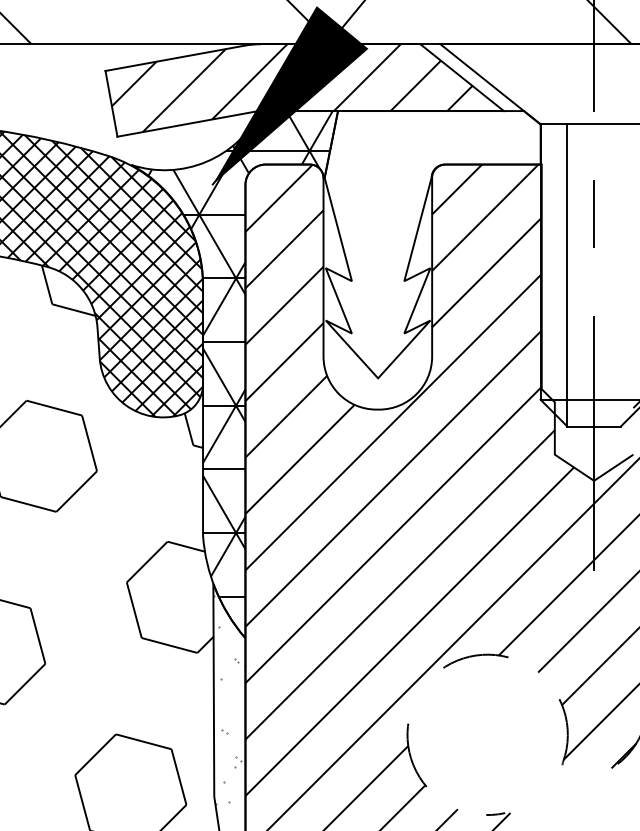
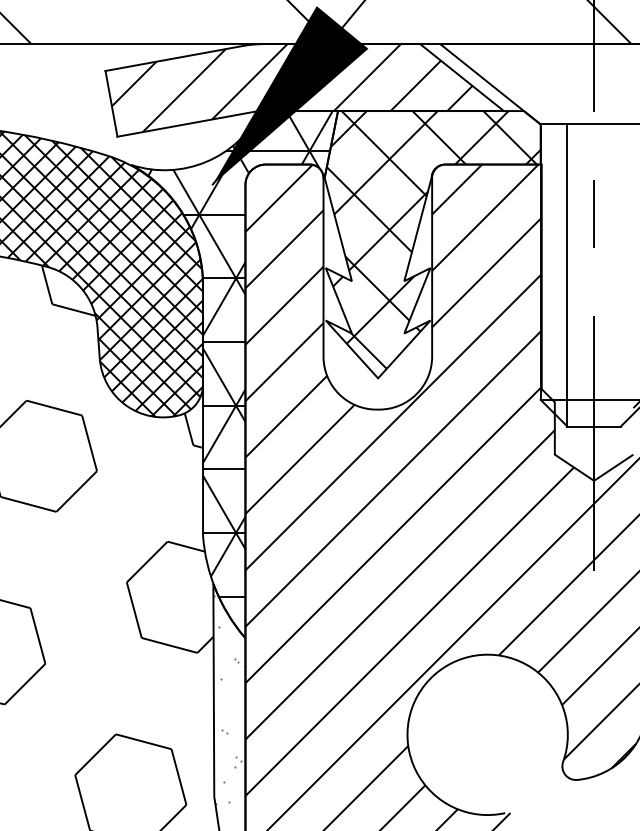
hatch at (433, 239): none -> present
line at (485, 654): dashed -> solid
